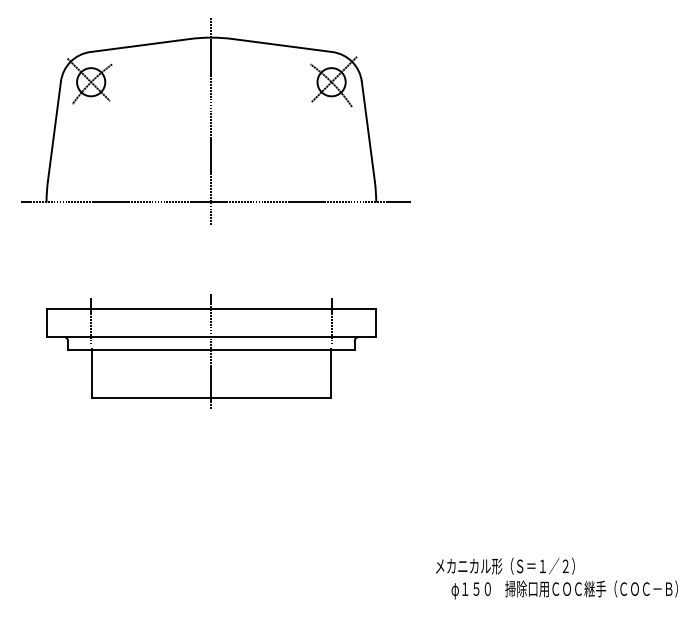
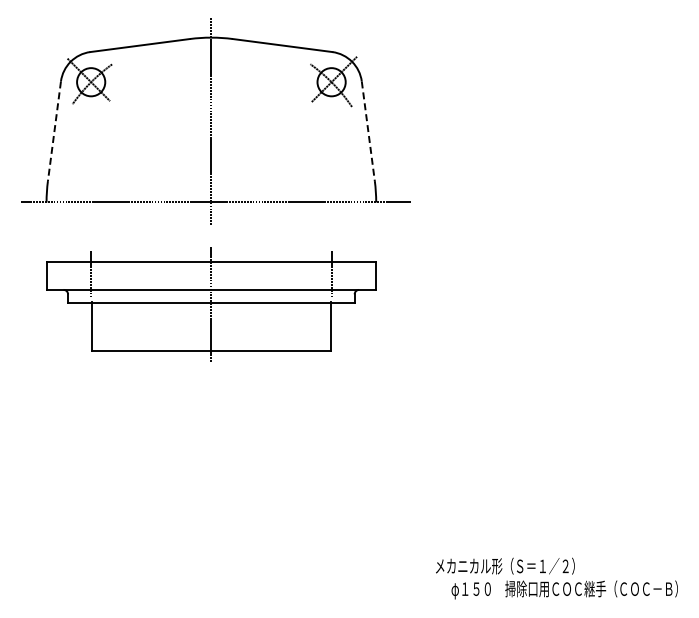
line at (54, 131): solid -> dashed
line at (368, 131): solid -> dashed
part at (211, 351) position: (211, 351) -> (211, 304)
